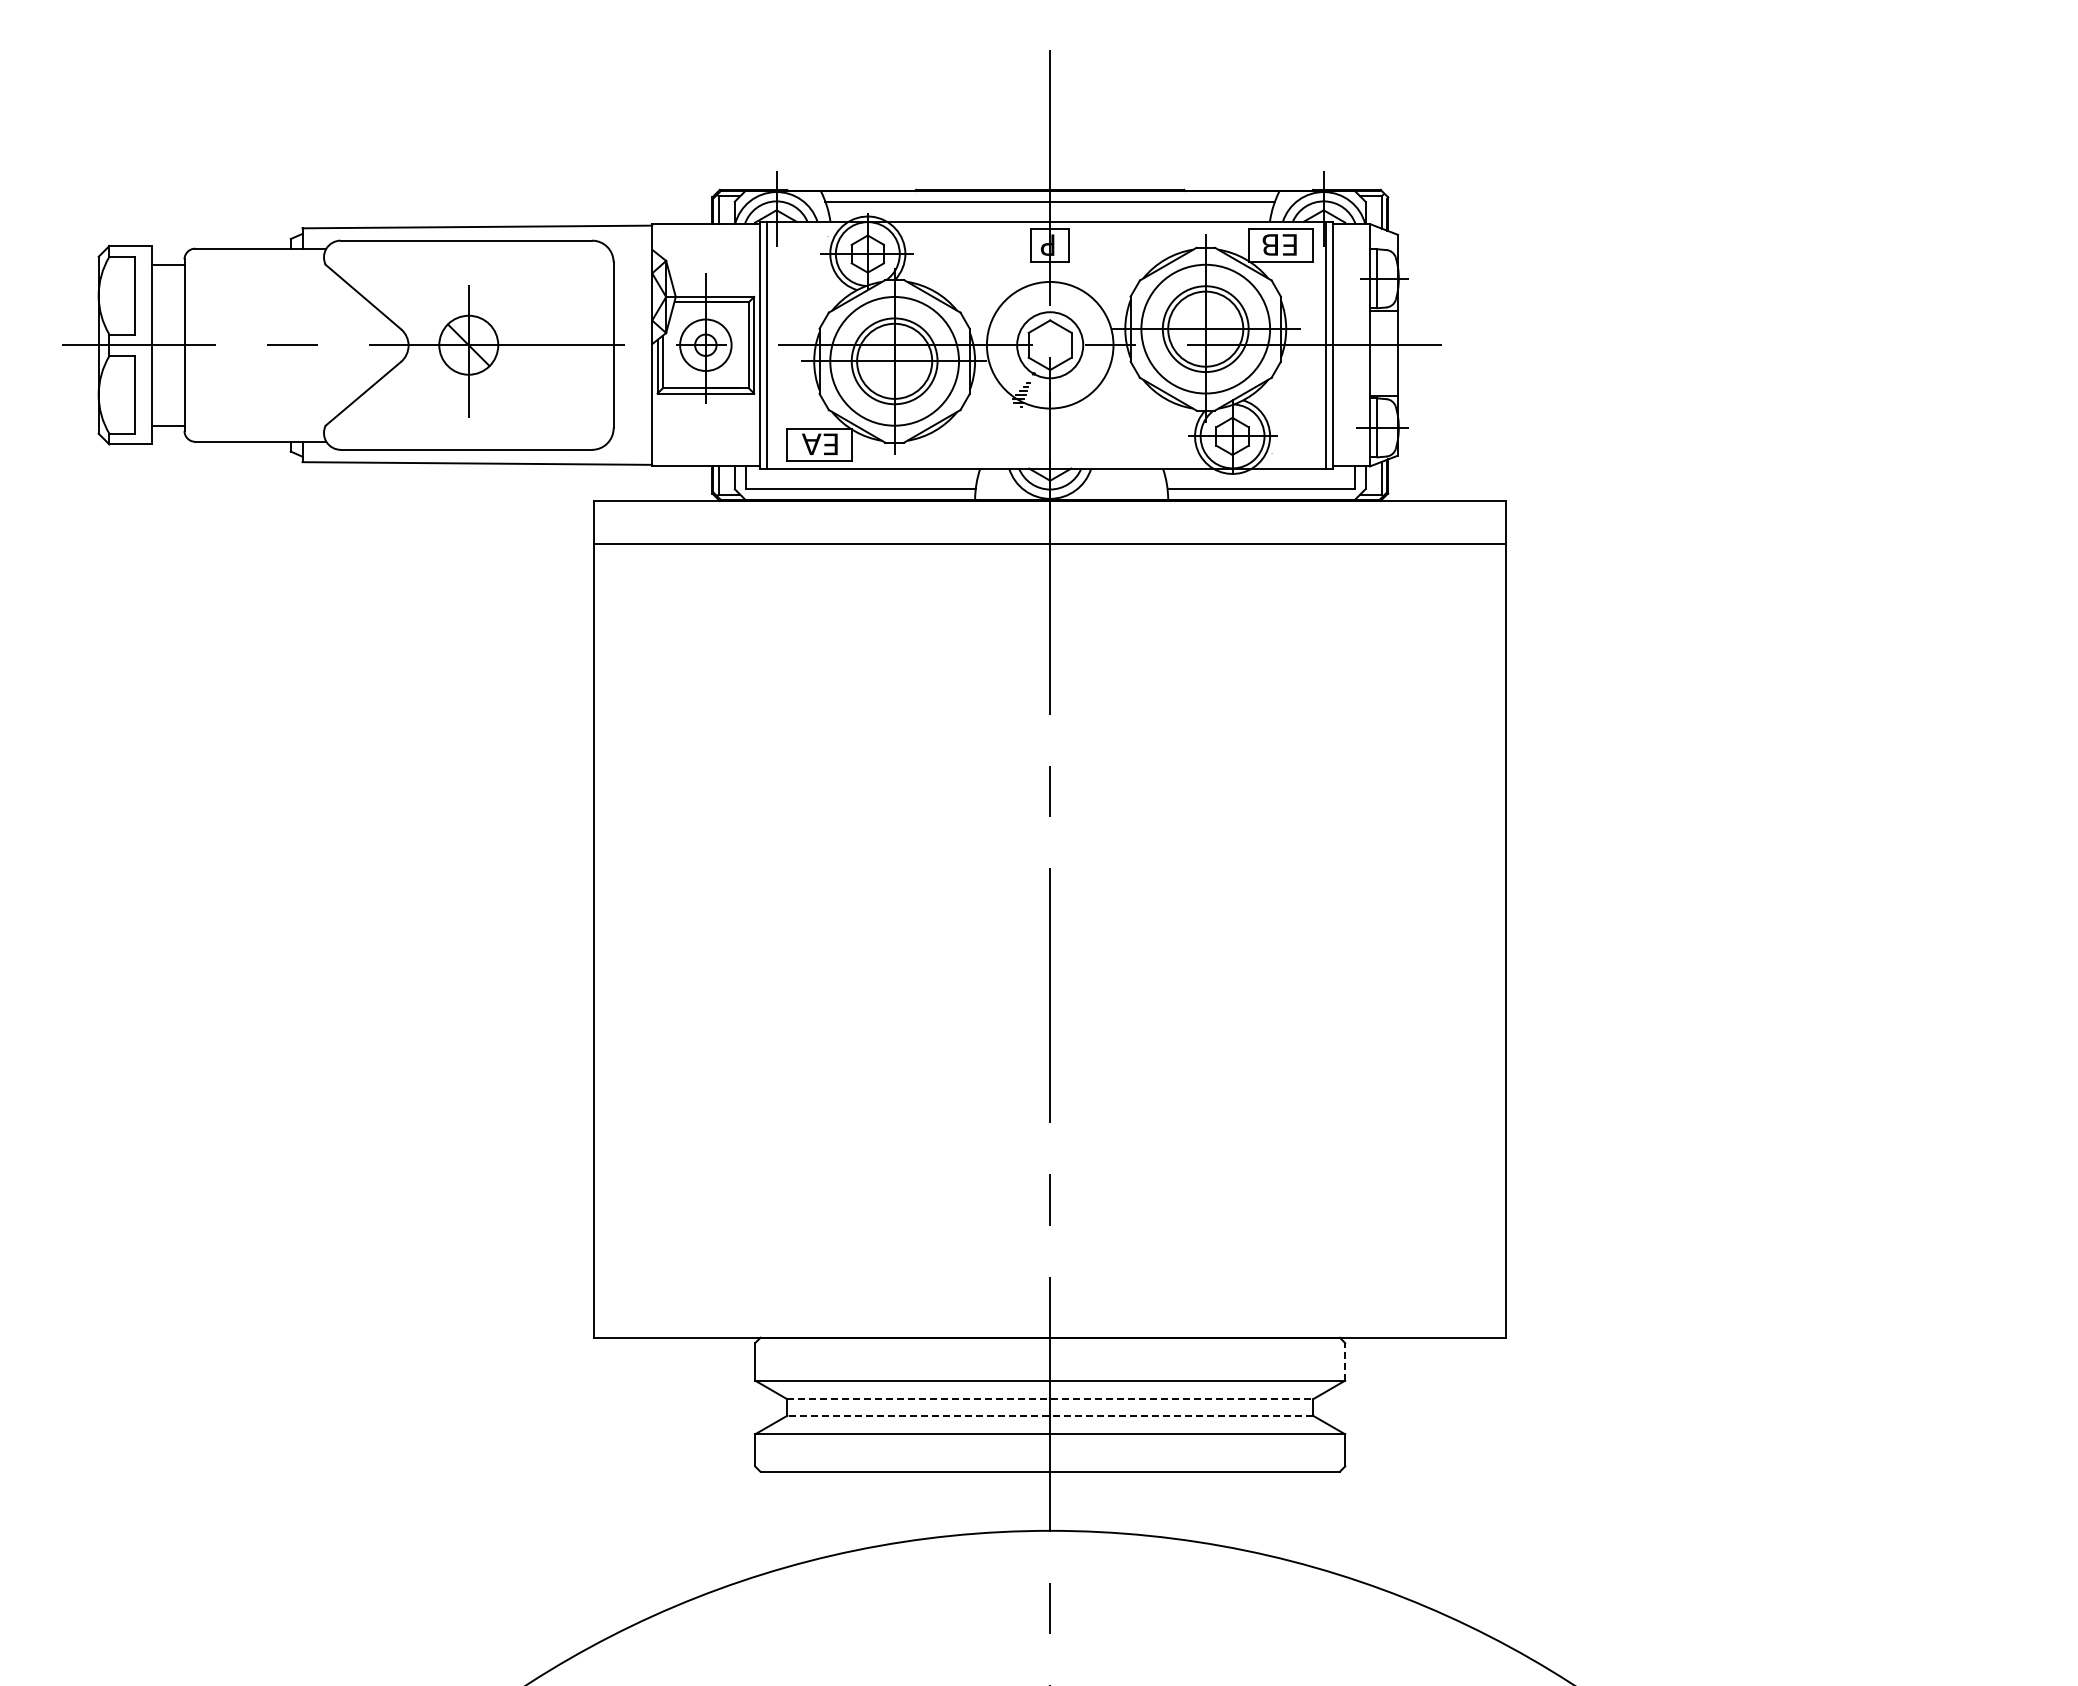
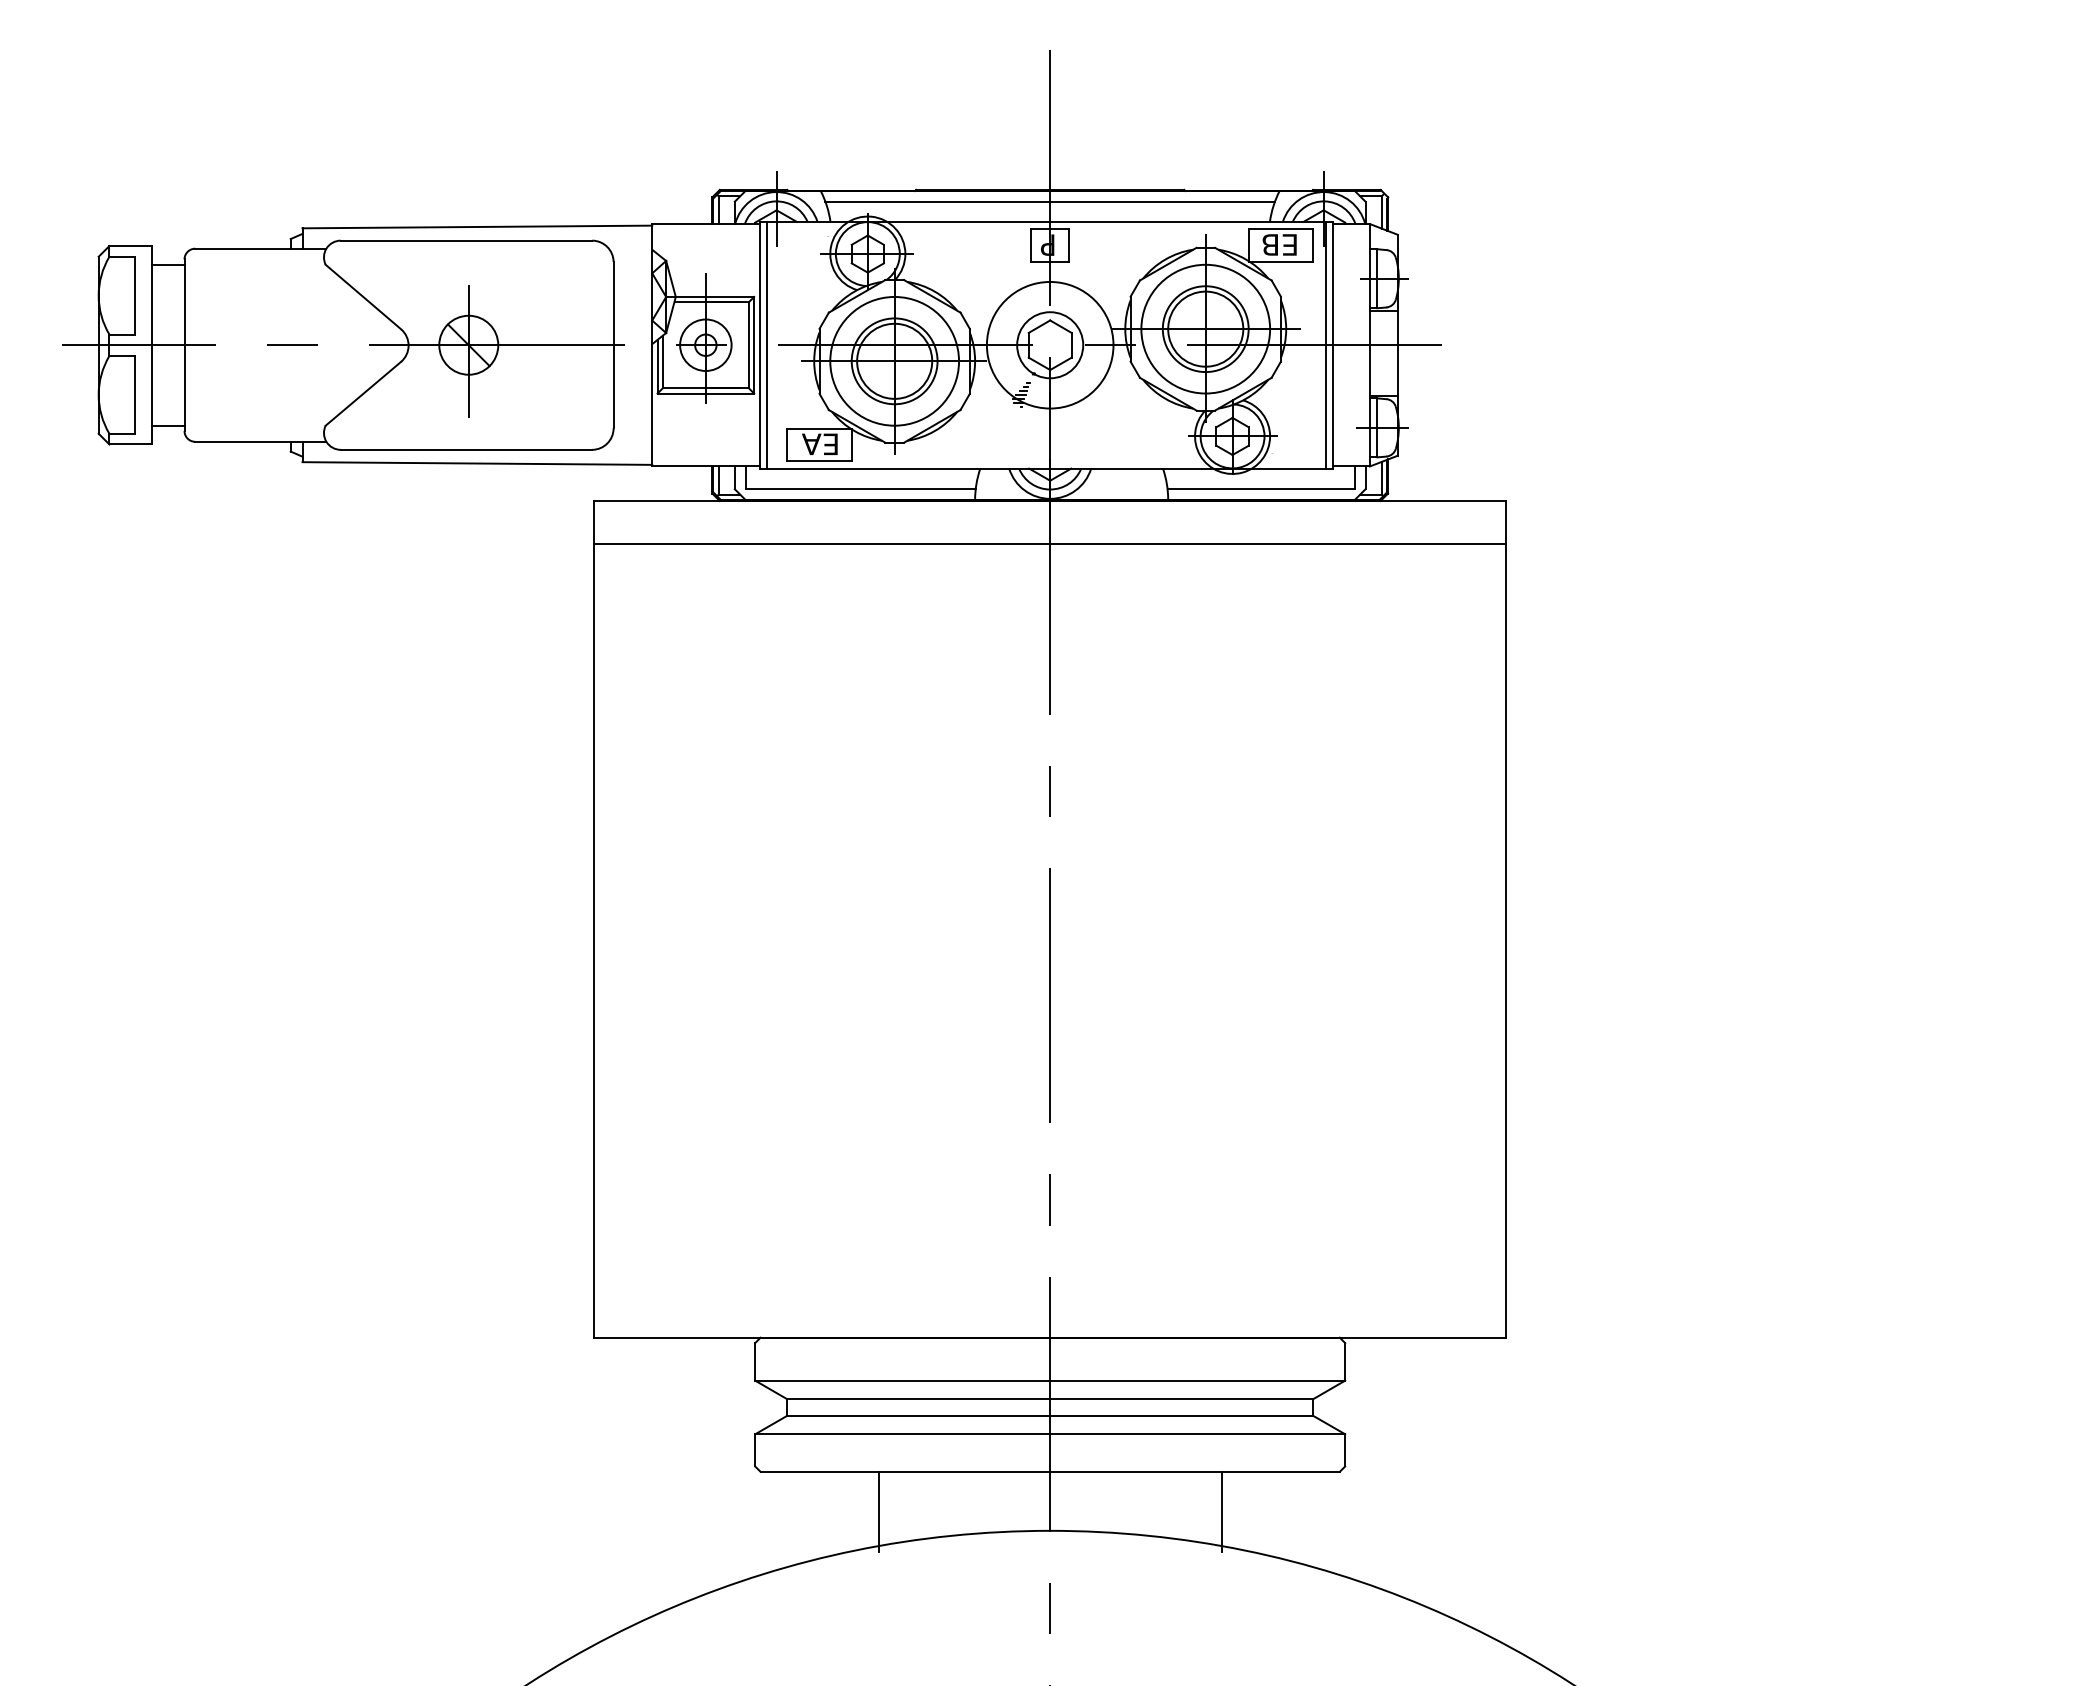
line at (1345, 1361): dashed -> solid
line at (1050, 1399): dashed -> solid
line at (1050, 1415): dashed -> solid
line at (878, 1511): none -> present
line at (1221, 1511): none -> present
